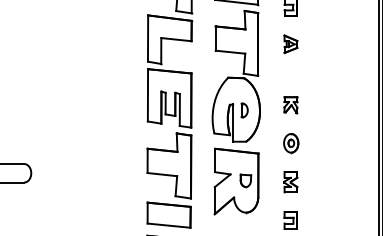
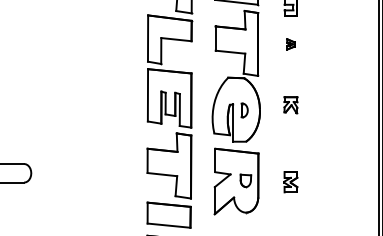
part at (290, 44) size: 16x21 px -> 10x13 px
part at (291, 143): present -> none
part at (290, 220): present -> none
